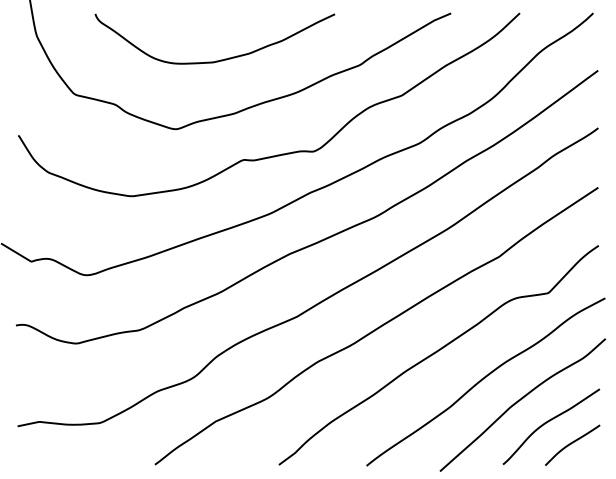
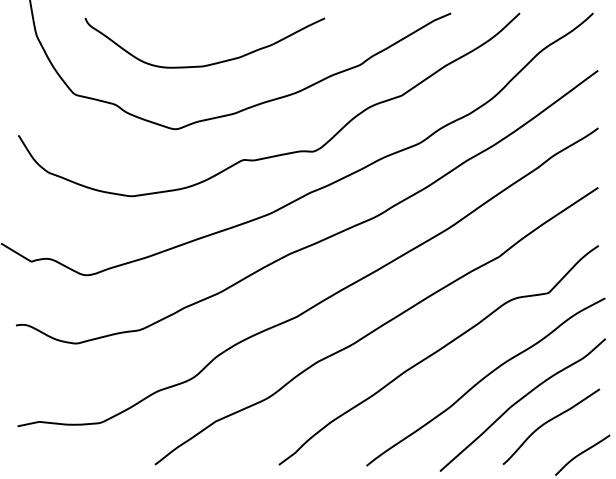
curve at (220, 59) position: (220, 59) -> (210, 63)
curve at (572, 443) position: (572, 443) -> (582, 453)
